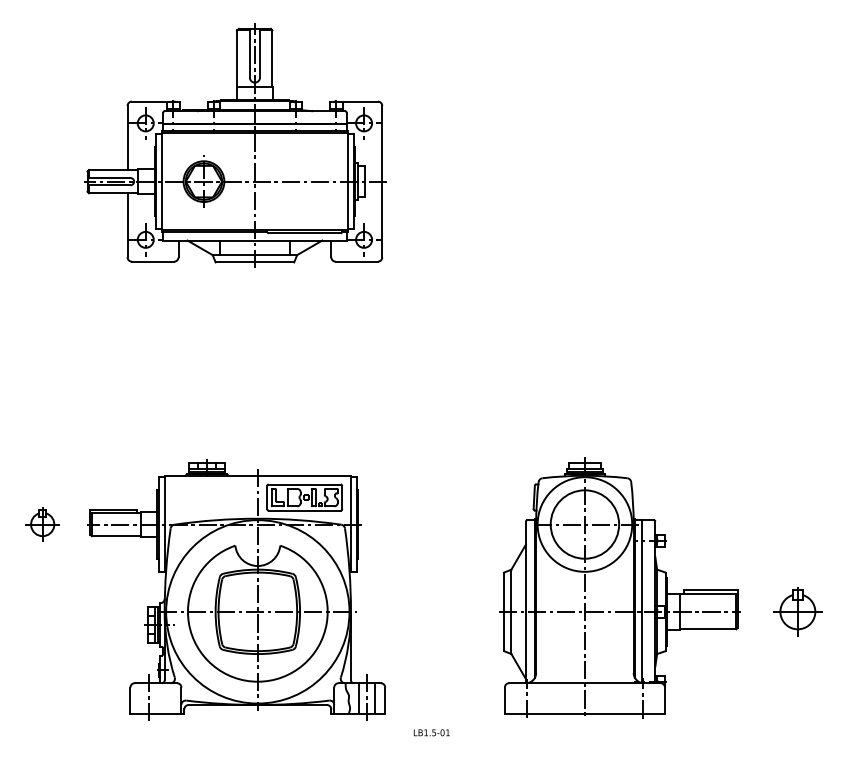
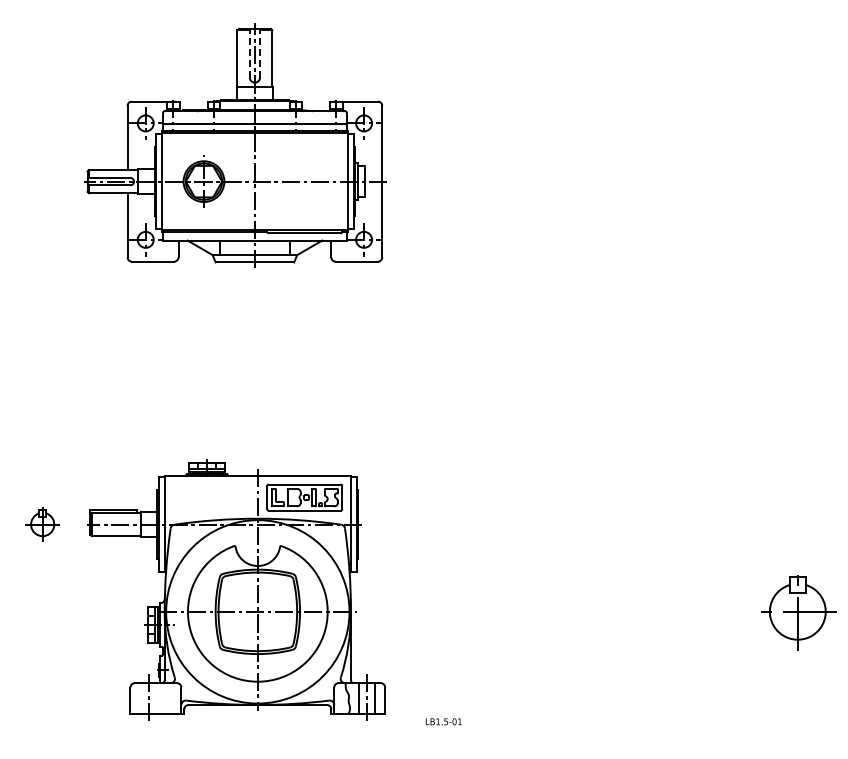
line at (249, 52): solid -> dashed
line at (260, 52): solid -> dashed
part at (619, 587): present -> none
part at (797, 611) size: 50x50 px -> 76x76 px
text at (431, 732) position: (431, 732) -> (443, 721)
